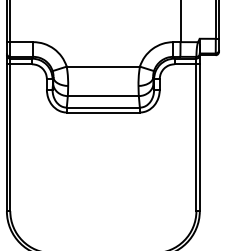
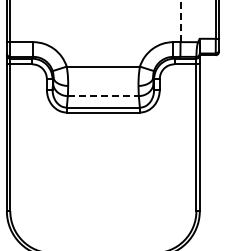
line at (180, 21): solid -> dashed
line at (103, 96): solid -> dashed
